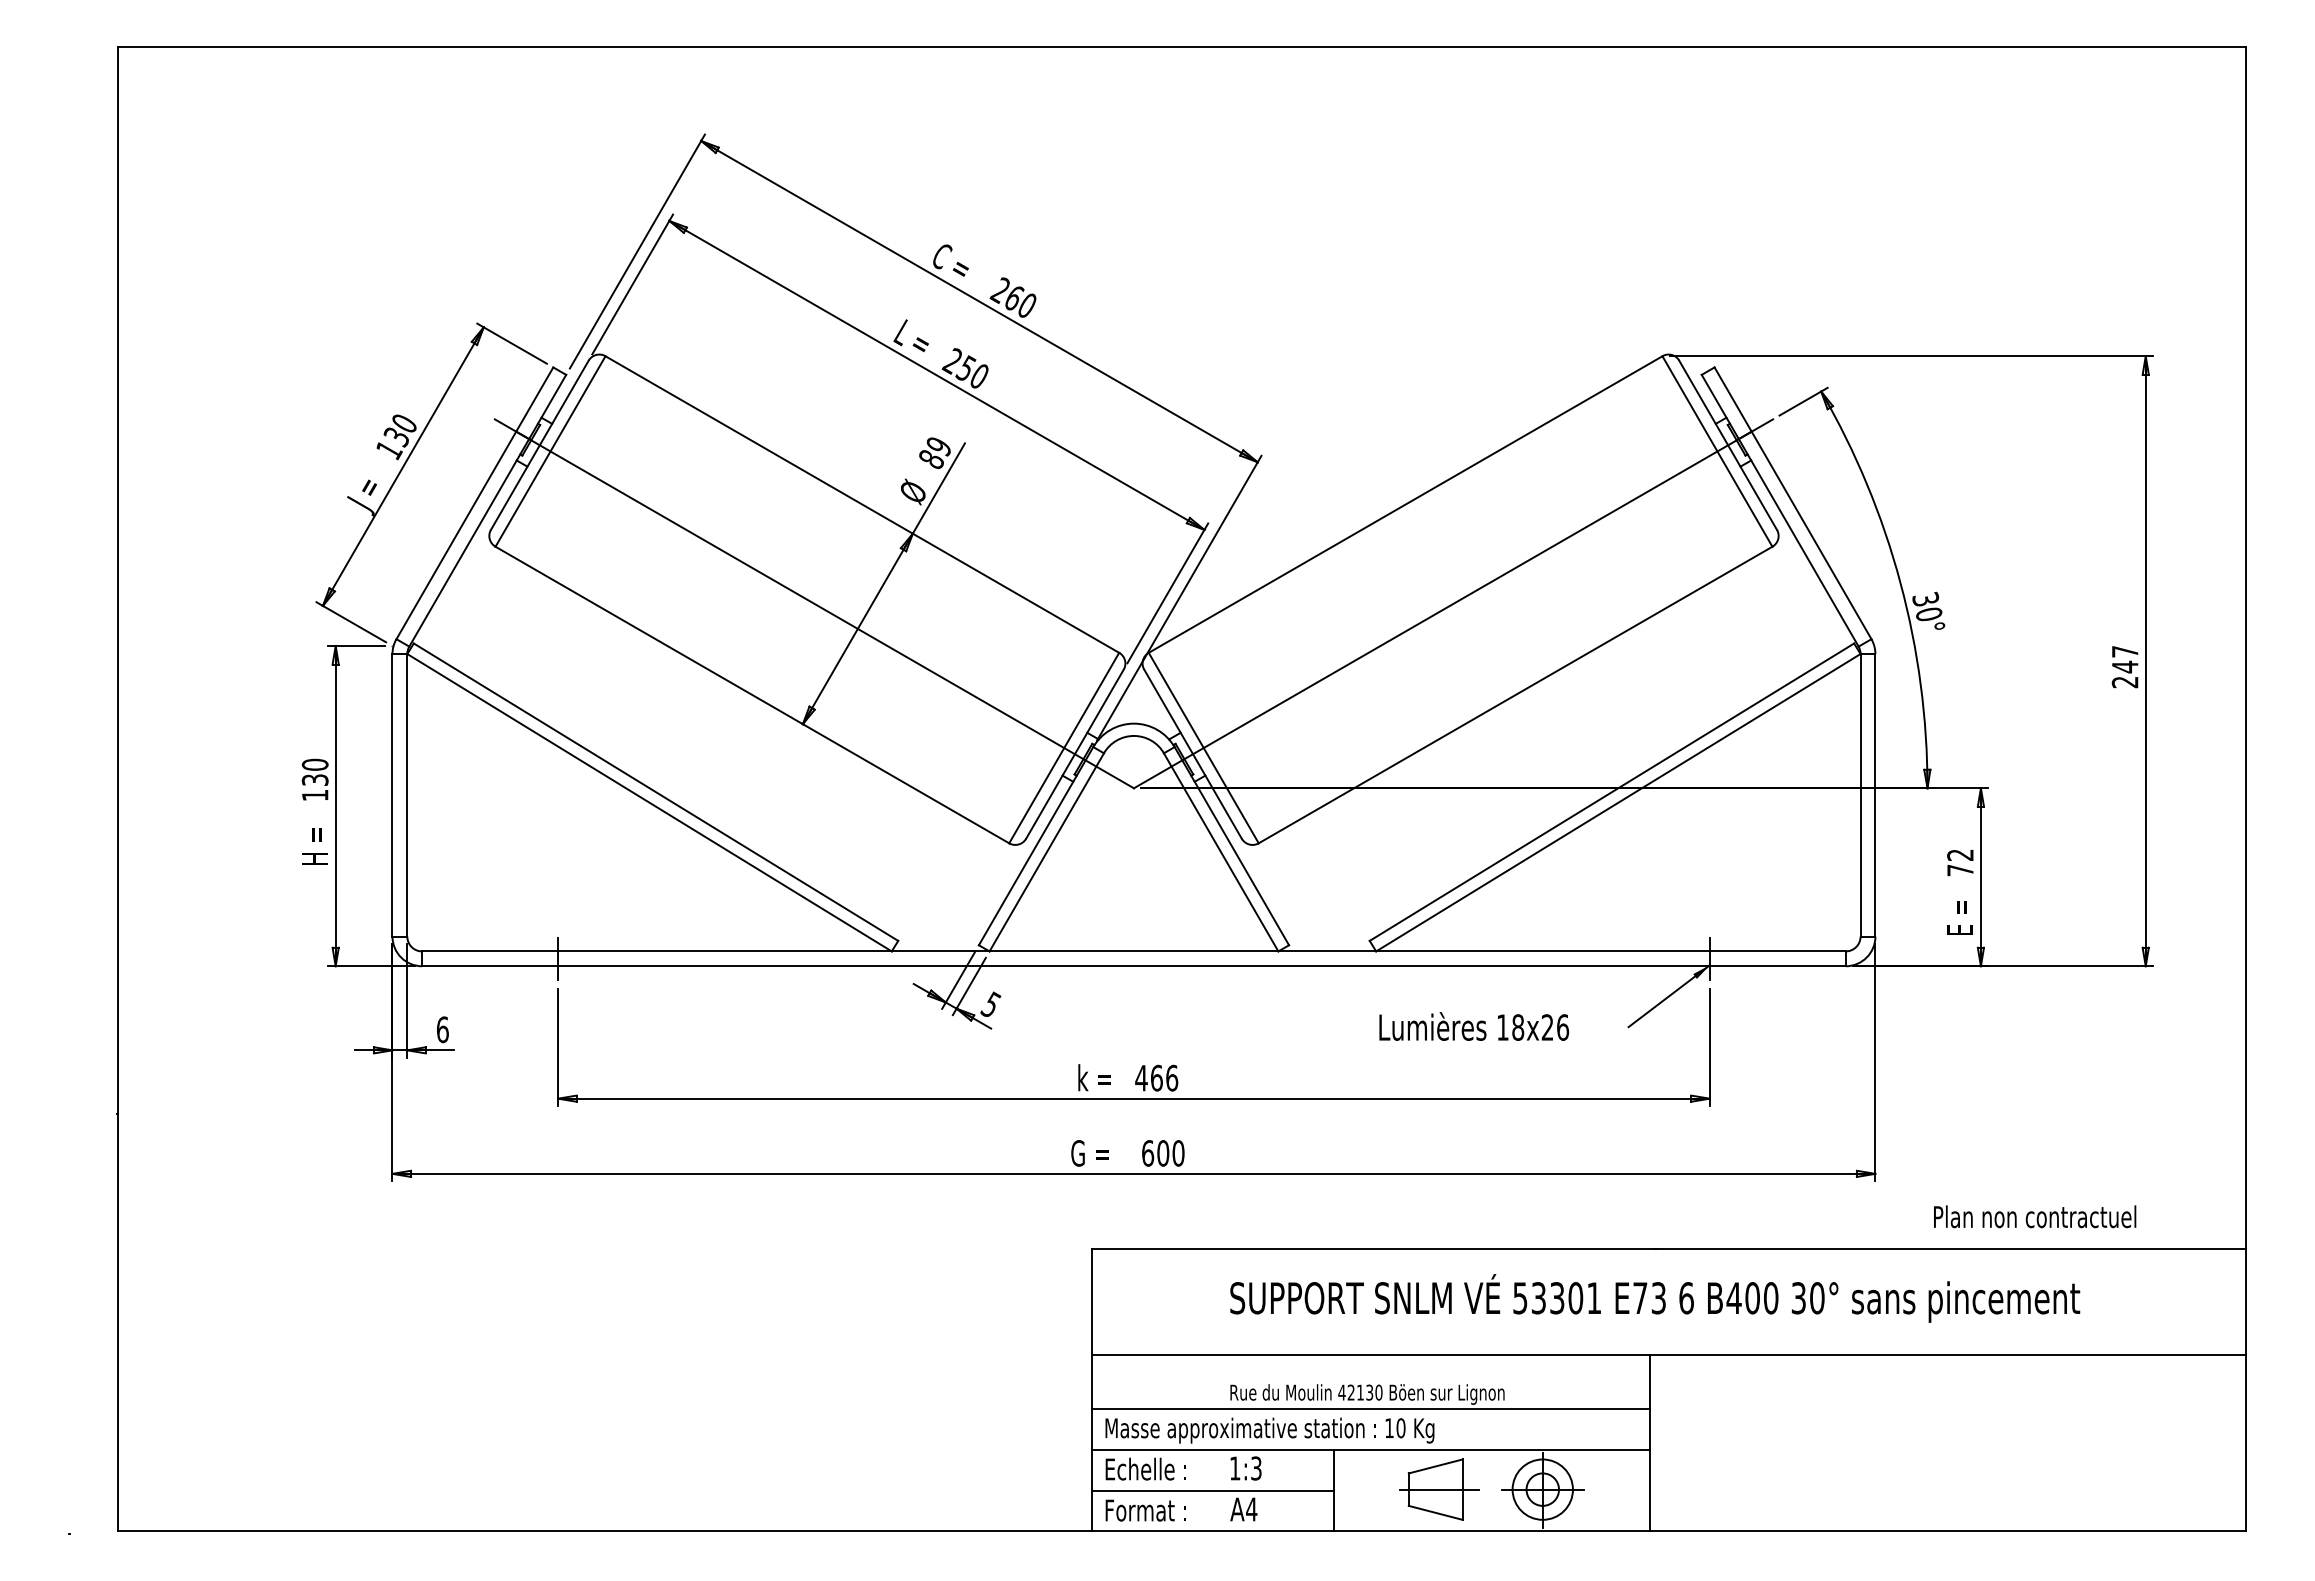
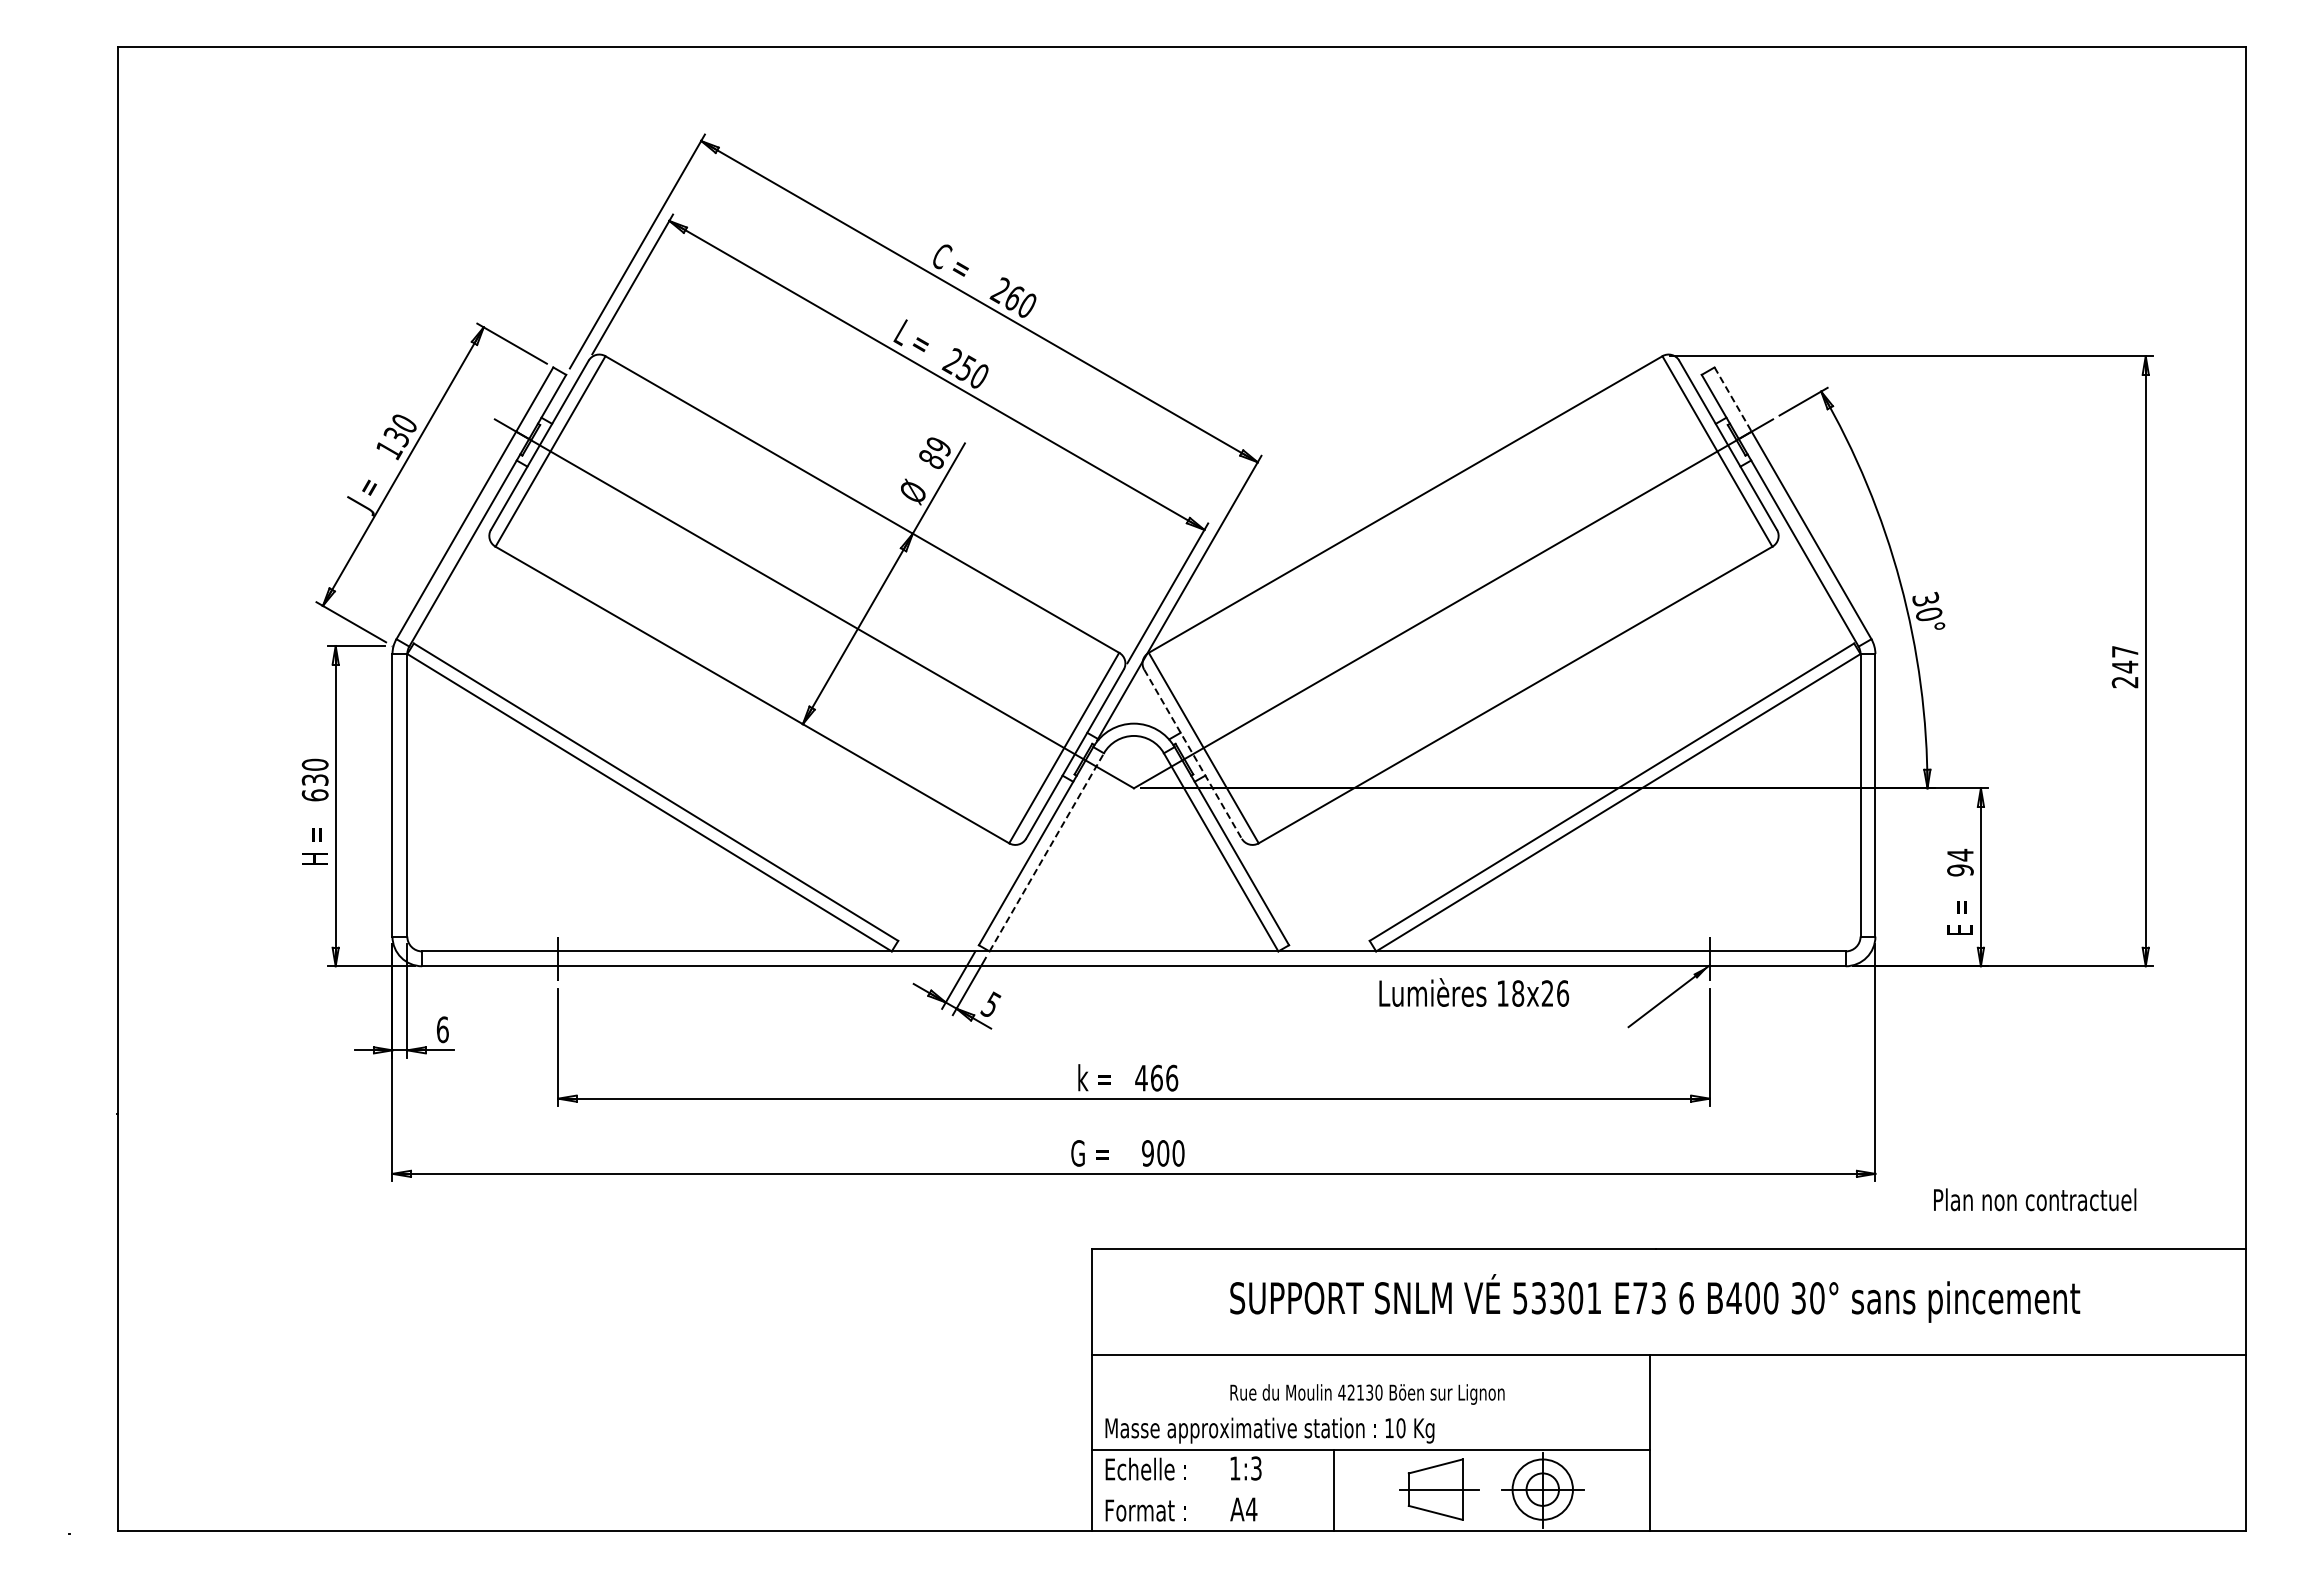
line at (1733, 399): solid -> dashed
line at (1193, 754): solid -> dashed
text at (314, 795): 130 -> 630
line at (1047, 851): solid -> dashed
text at (1960, 862): 72 -> 94
text at (1474, 1026) position: (1474, 1026) -> (1474, 992)
text at (1148, 1153): 600 -> 900
text at (2035, 1216) position: (2035, 1216) -> (2035, 1199)
line at (1370, 1408): present -> none
line at (1212, 1490): present -> none
